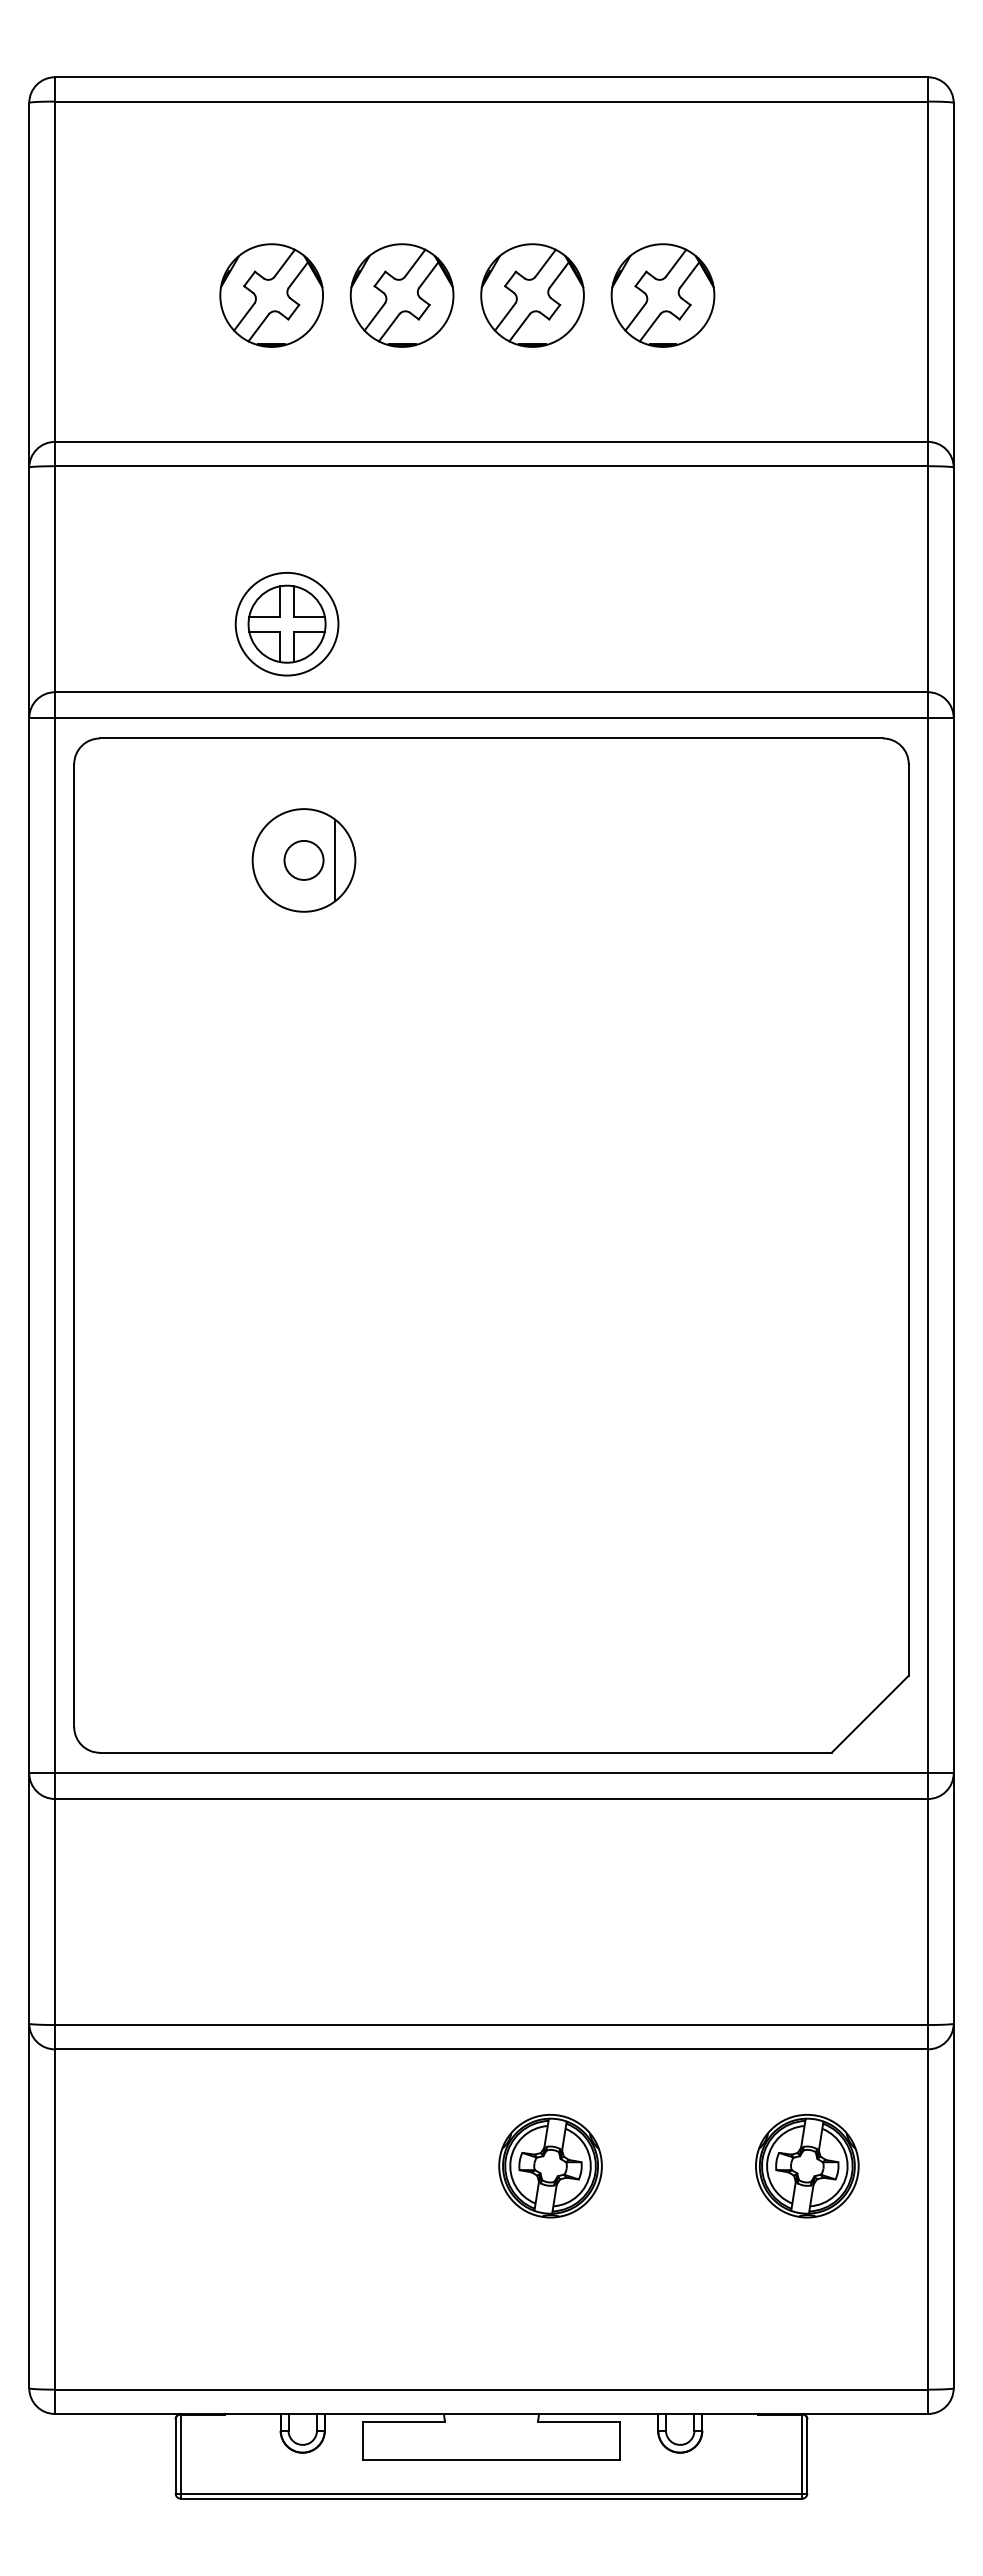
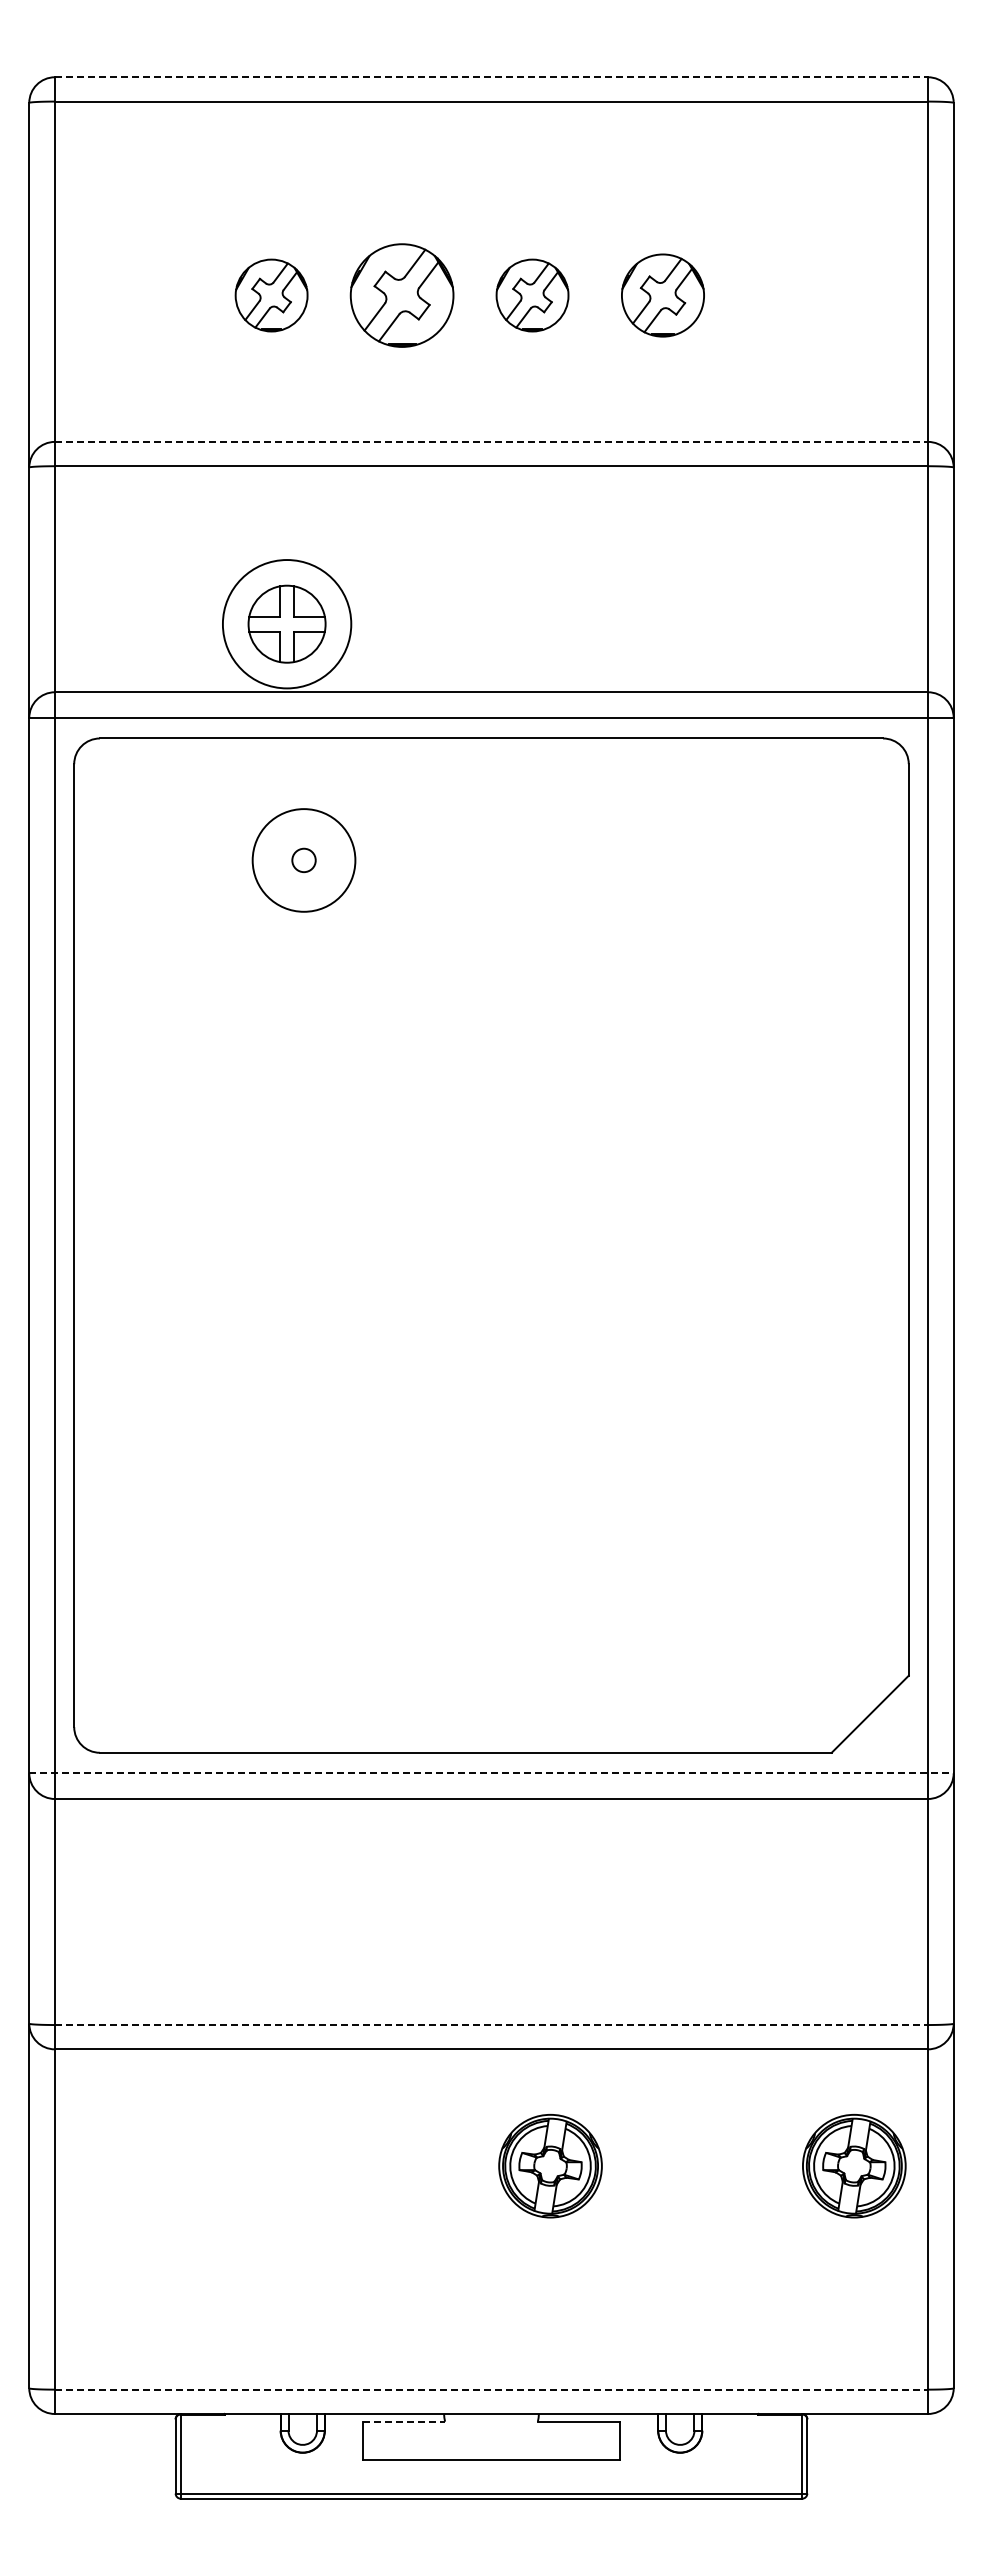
line at (491, 77): solid -> dashed
part at (271, 295) size: 105x105 px -> 75x75 px
part at (532, 295) size: 105x105 px -> 75x75 px
part at (662, 295) size: 106x105 px -> 84x85 px
line at (491, 441): solid -> dashed
circle at (286, 623) diameter: 103 px -> 128 px
circle at (303, 859) diameter: 39 px -> 23 px
line at (335, 860): present -> none
line at (491, 1773): solid -> dashed
line at (491, 2025): solid -> dashed
part at (807, 2166) position: (807, 2166) -> (854, 2166)
line at (491, 2389): solid -> dashed
line at (404, 2421): solid -> dashed
